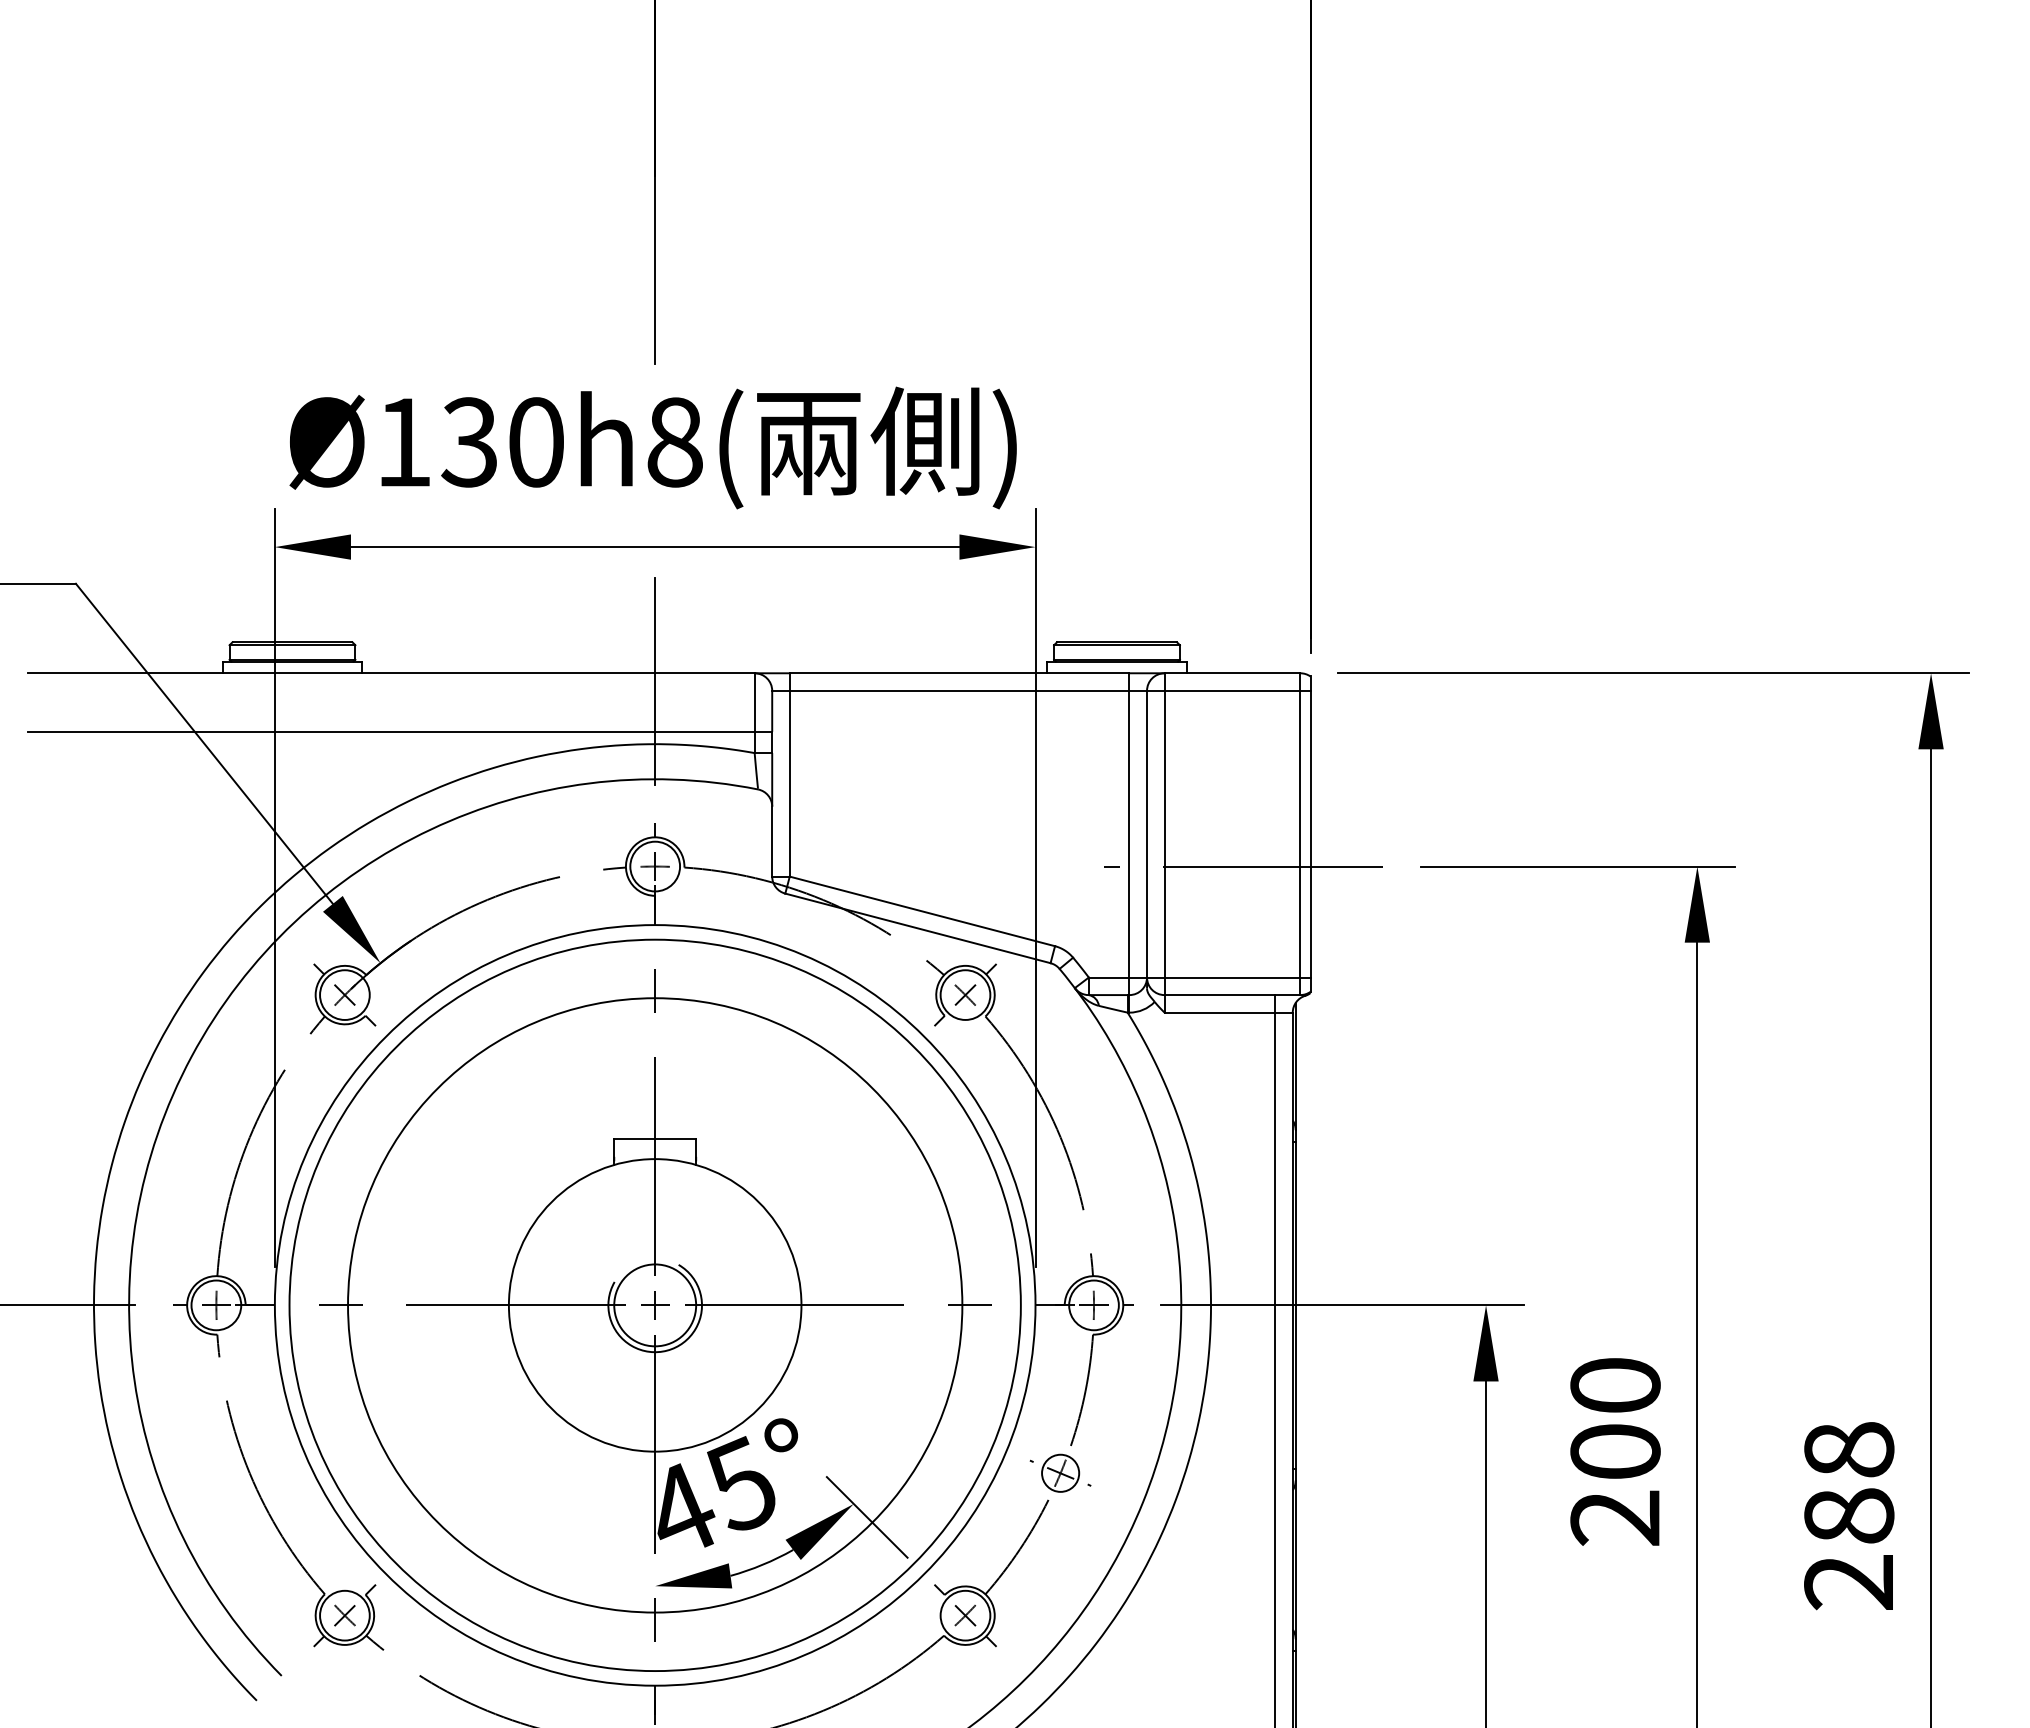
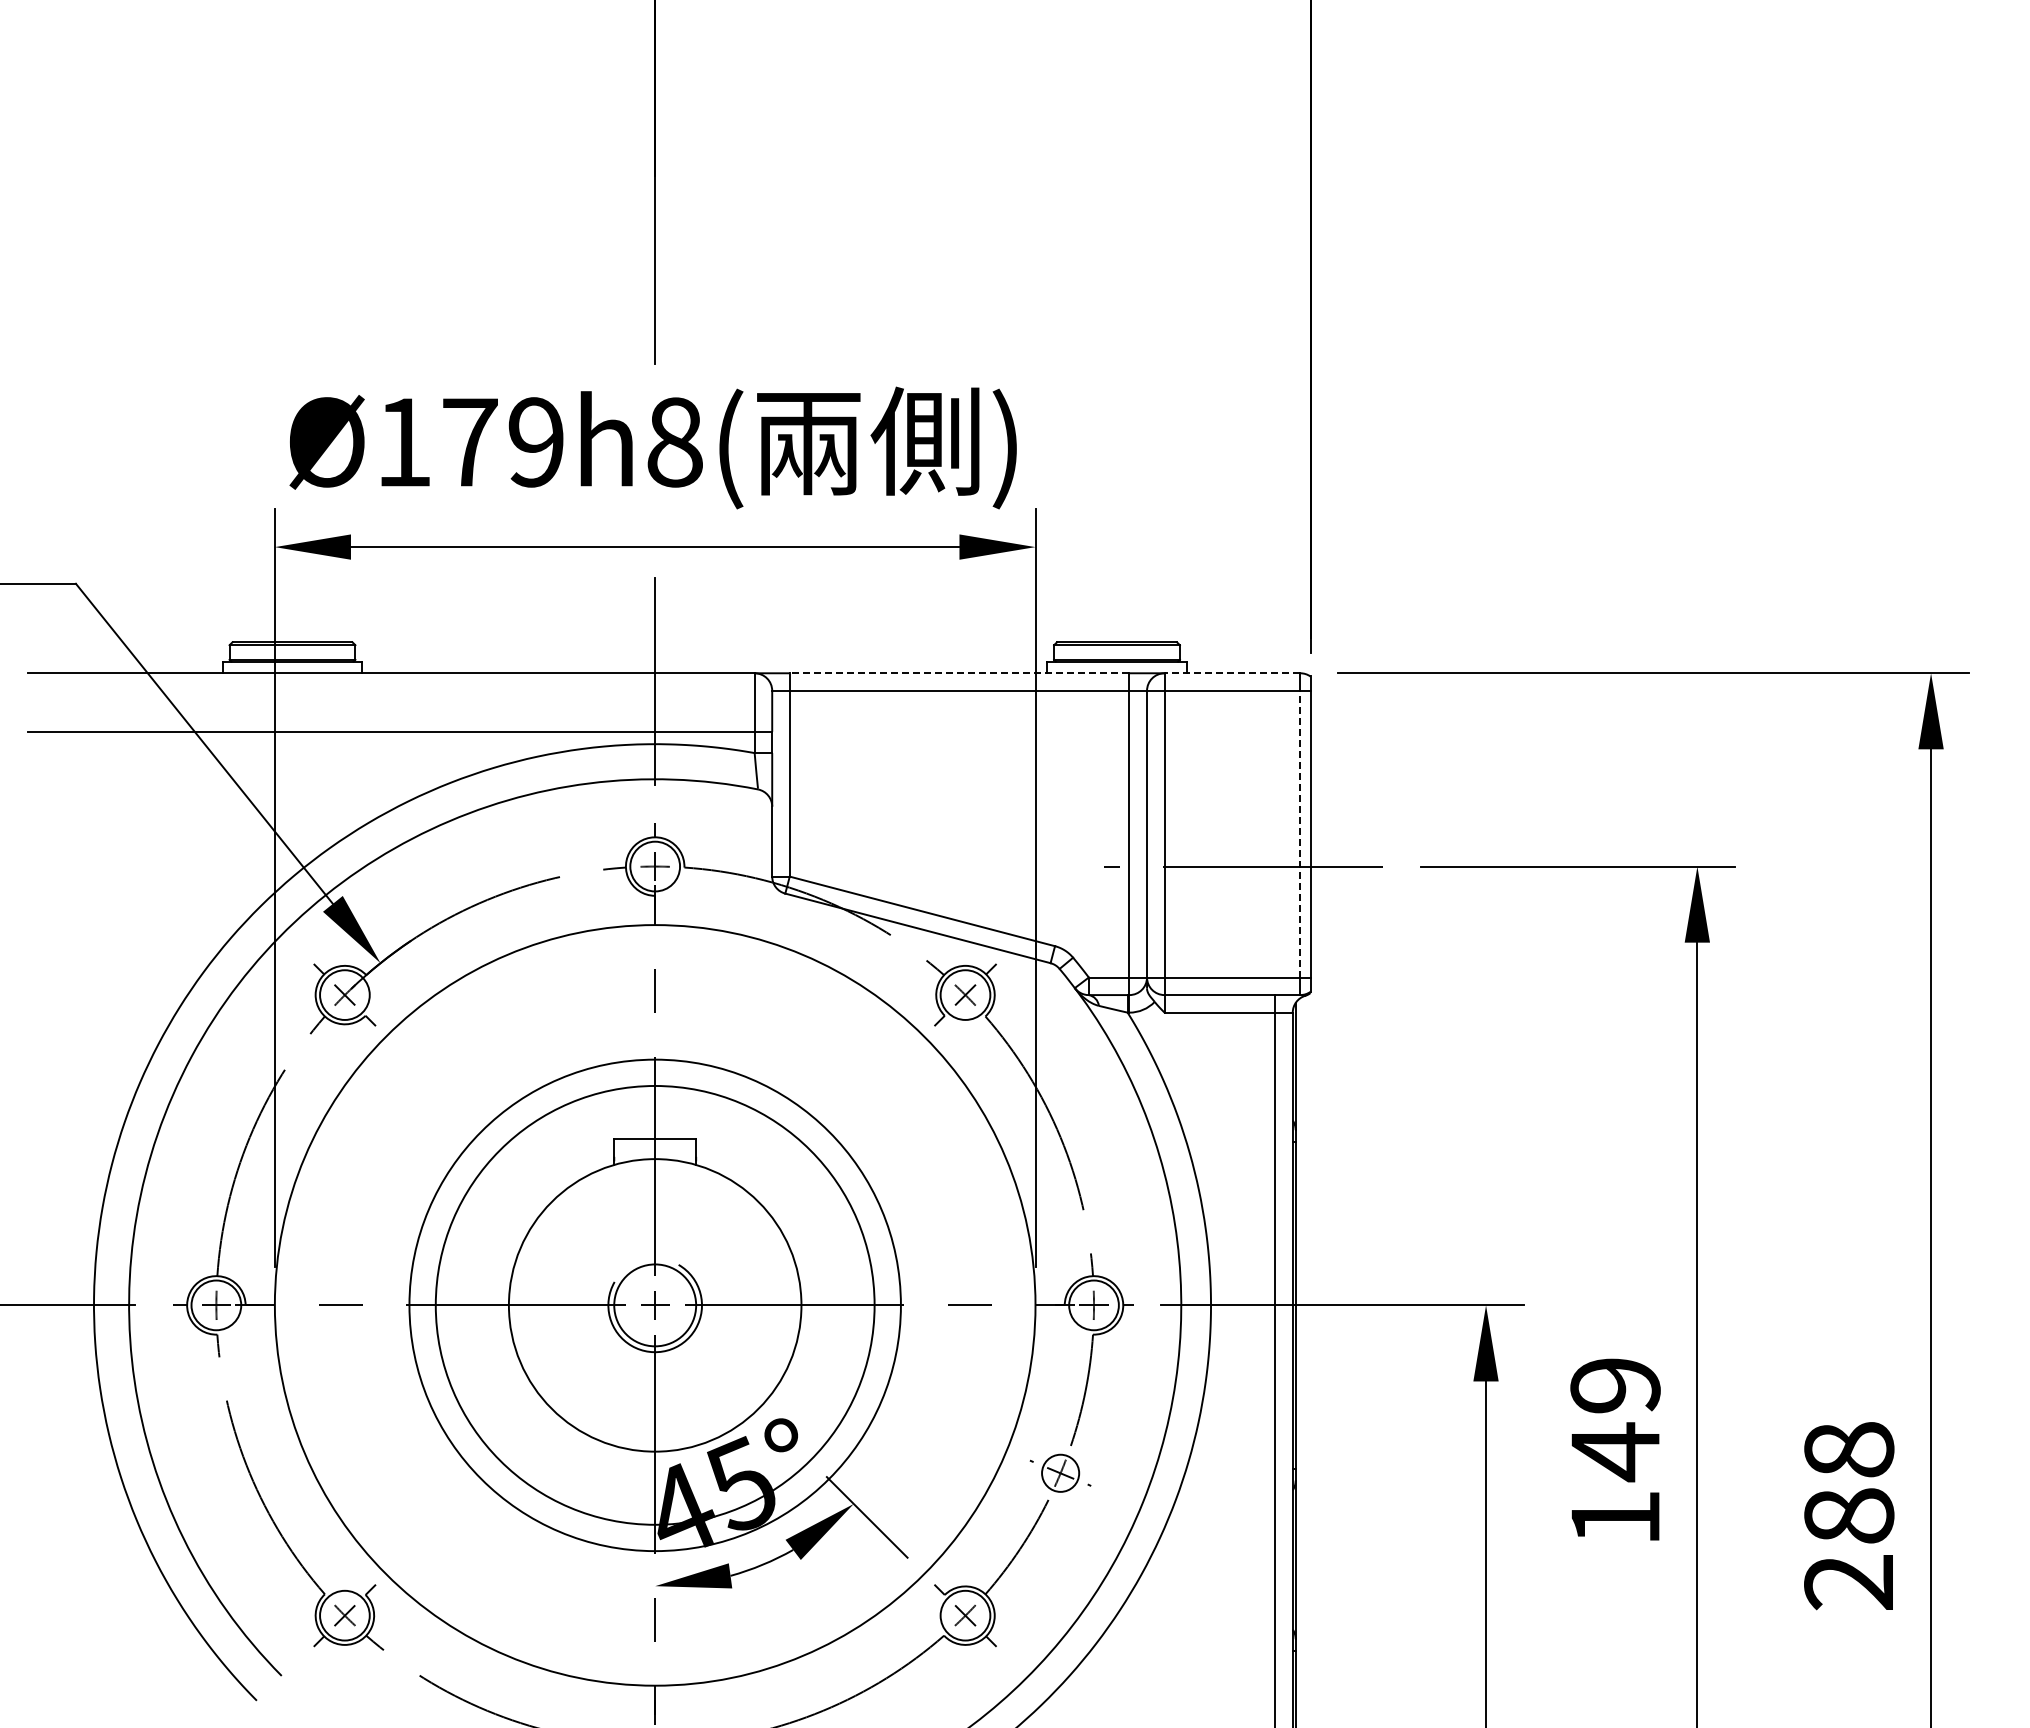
text at (502, 442): Ø130h8( -> Ø179h8(
line at (959, 673): solid -> dashed
line at (1232, 673): solid -> dashed
line at (1300, 833): solid -> dashed
circle at (654, 1305) diameter: 731 px -> 439 px
circle at (655, 1305) diameter: 614 px -> 491 px
text at (1615, 1451): 200 -> 149
